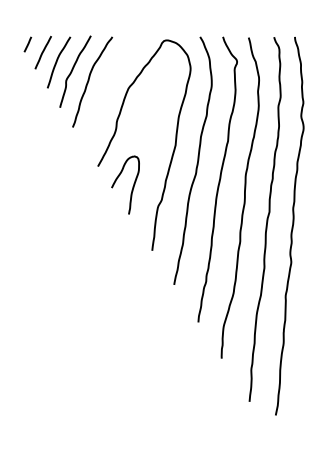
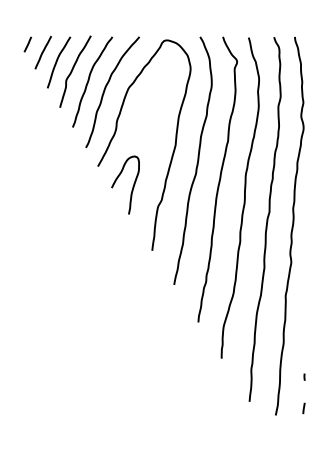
curve at (106, 88): none -> present
line at (304, 376): none -> present
curve at (303, 408): none -> present
